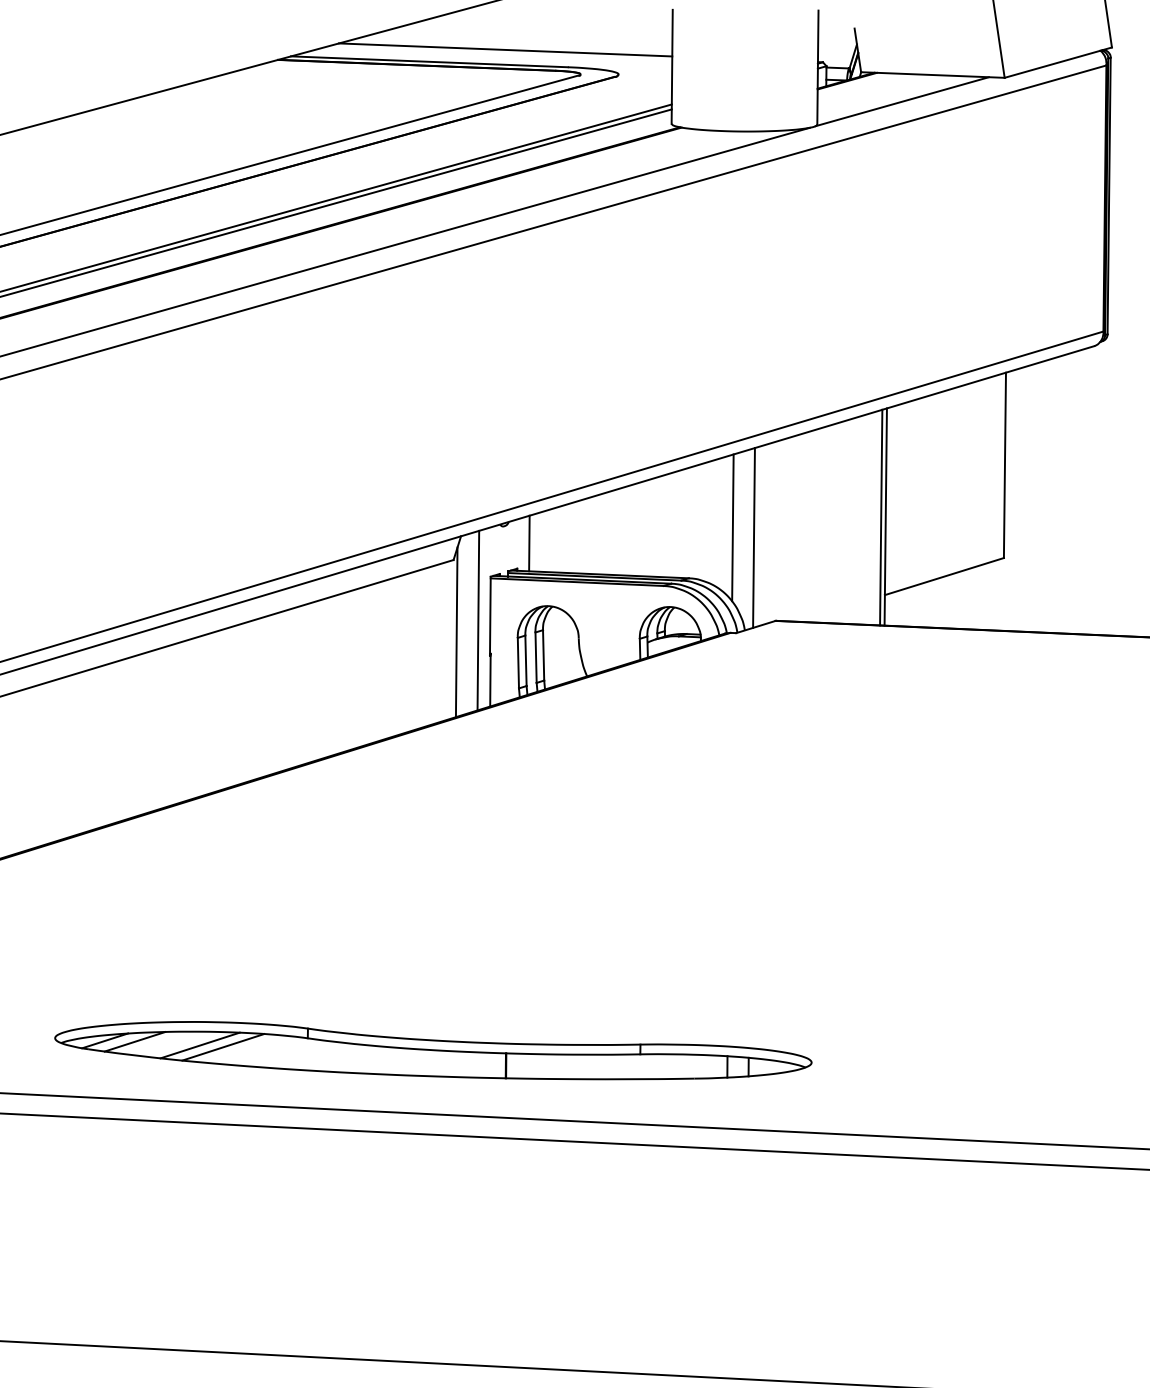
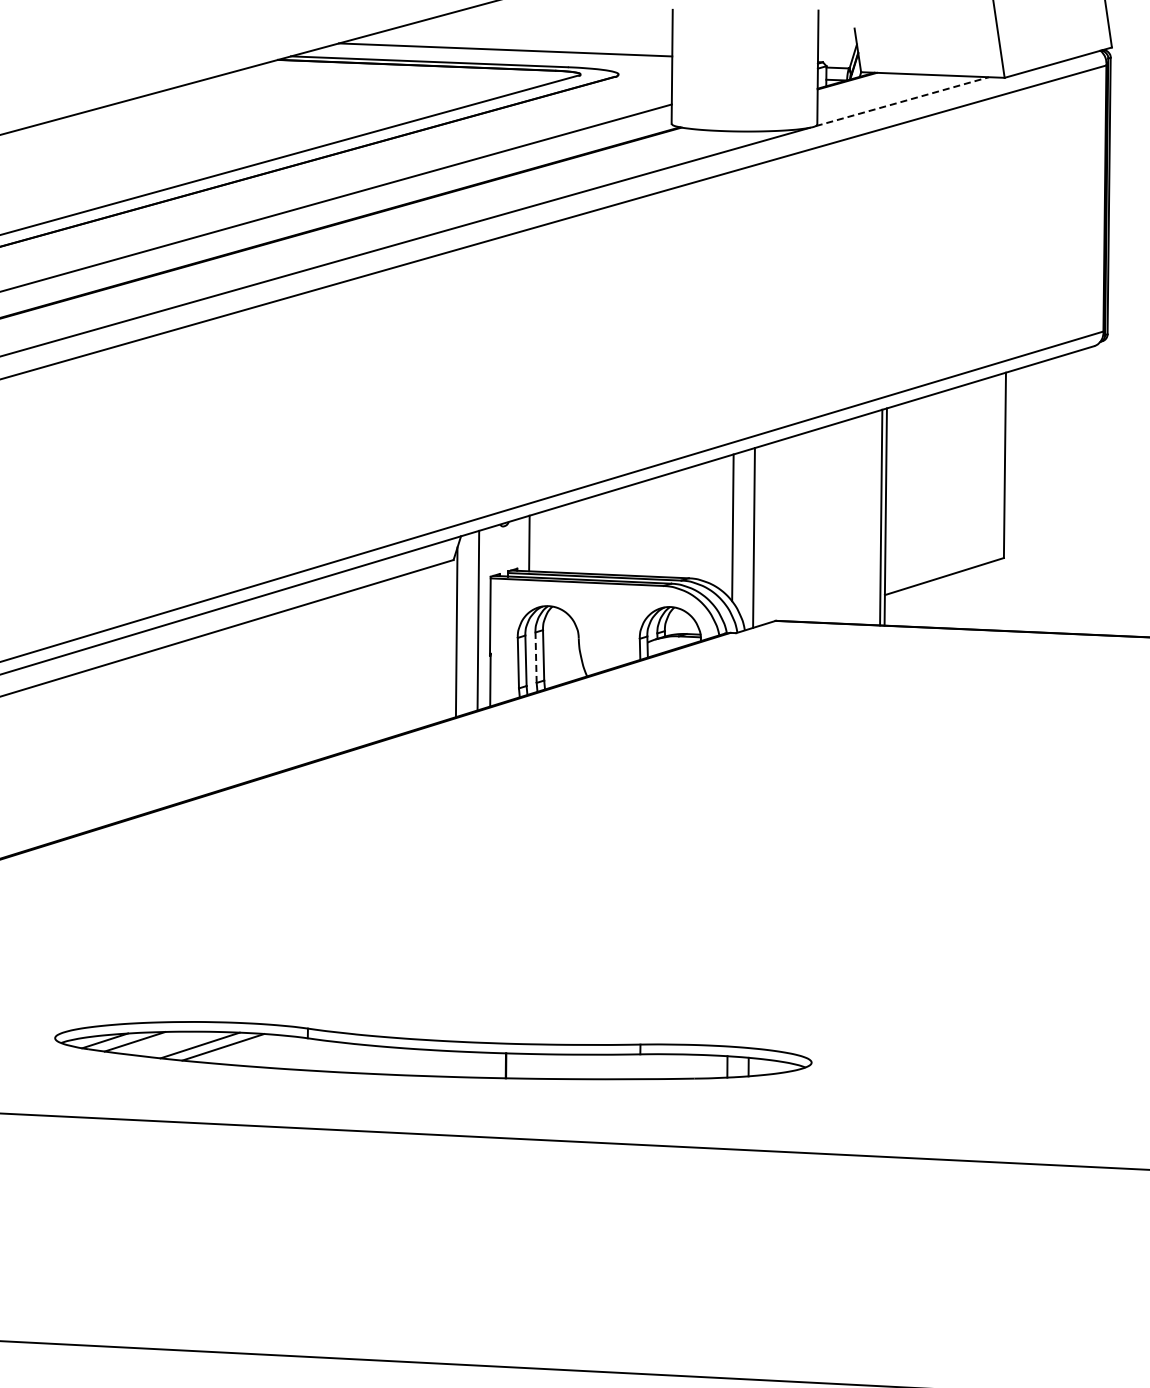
line at (902, 101): solid -> dashed
line at (336, 202): present -> none
line at (536, 657): solid -> dashed
line at (574, 1121): present -> none
